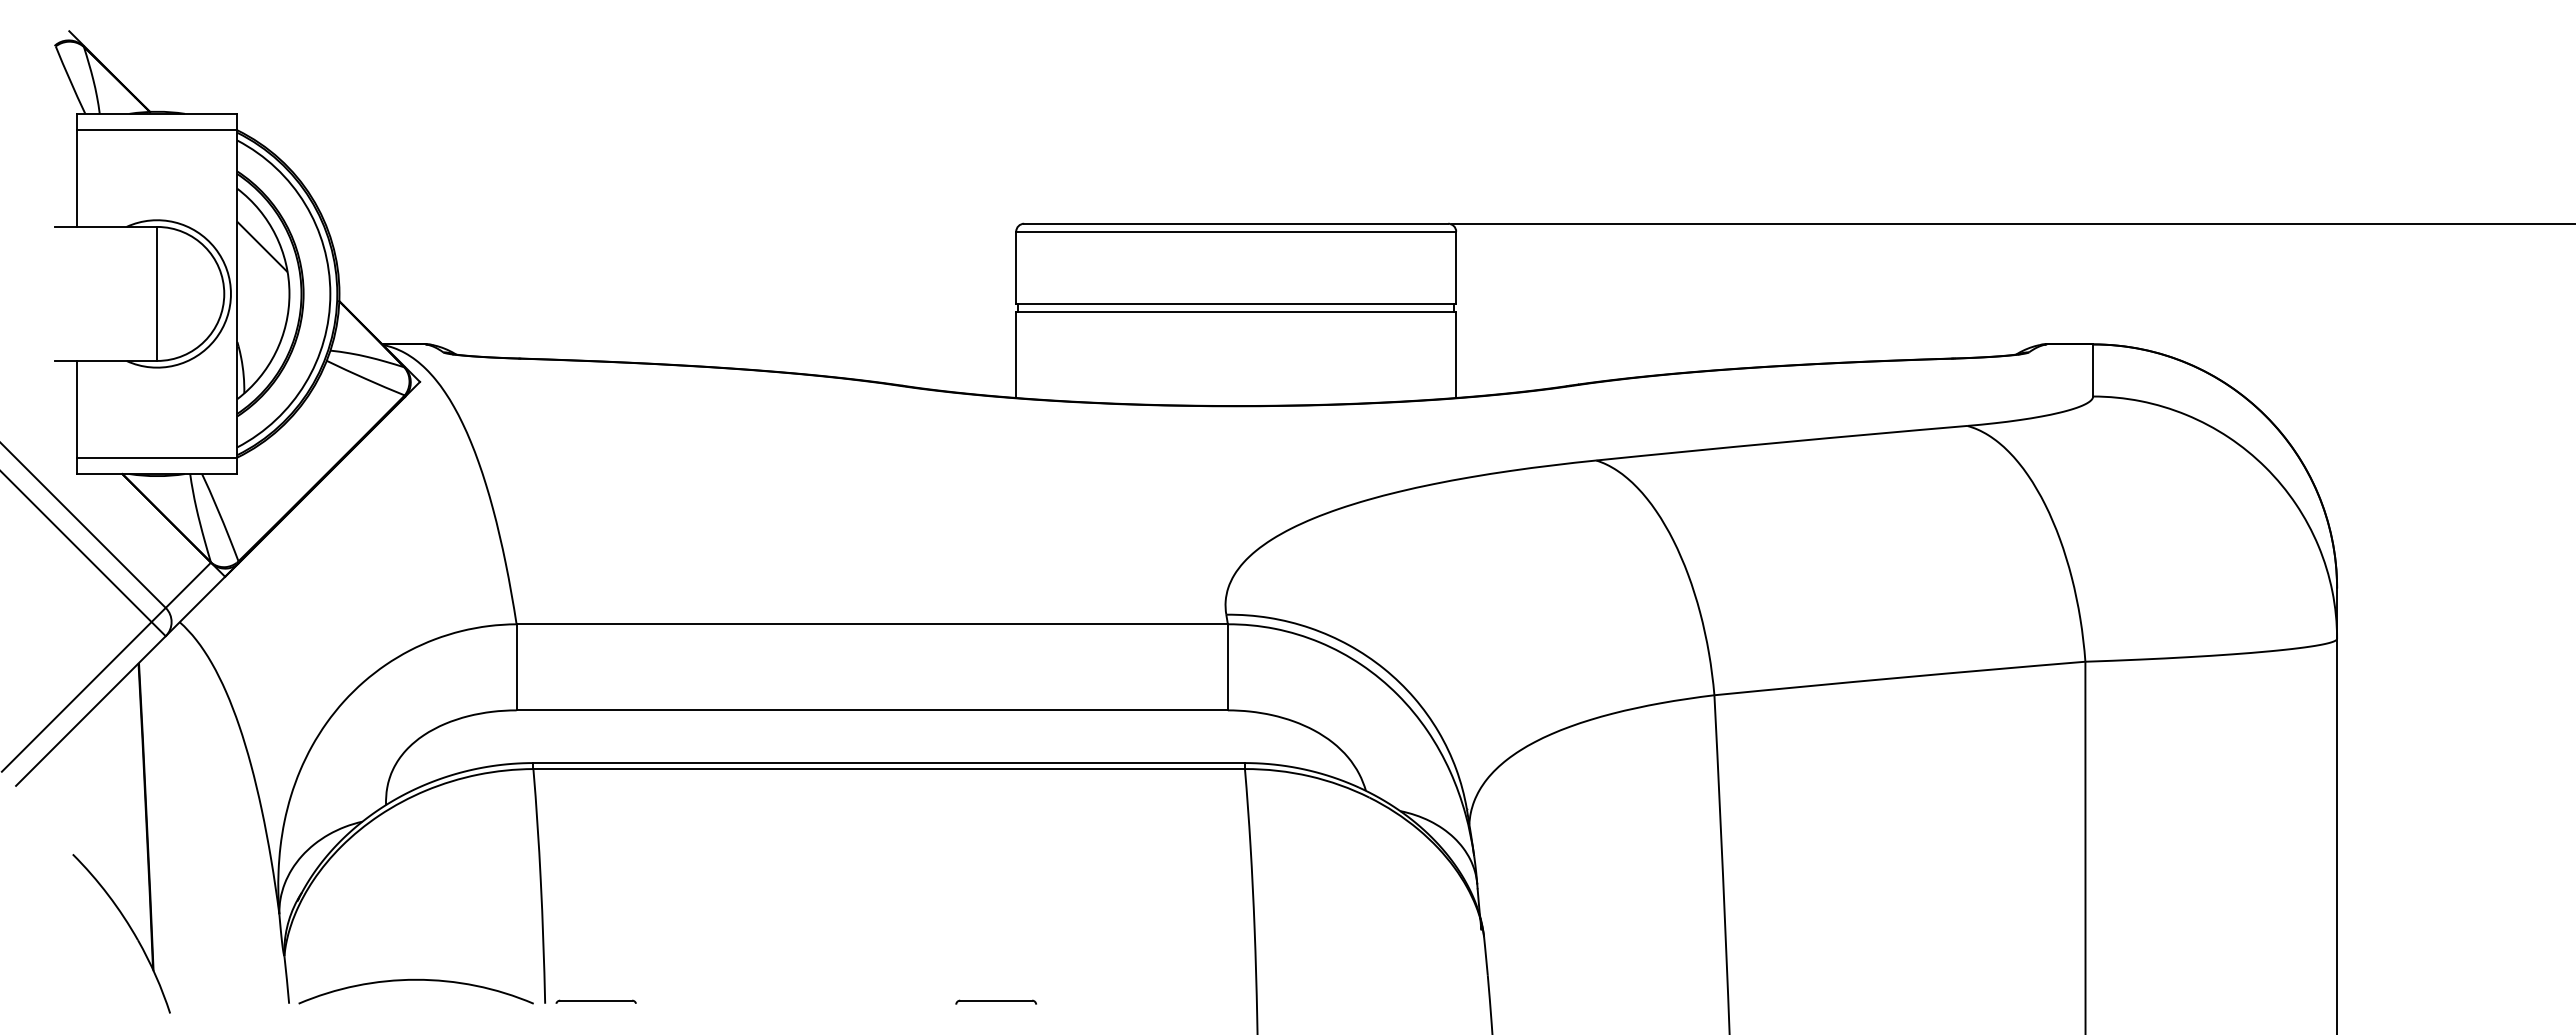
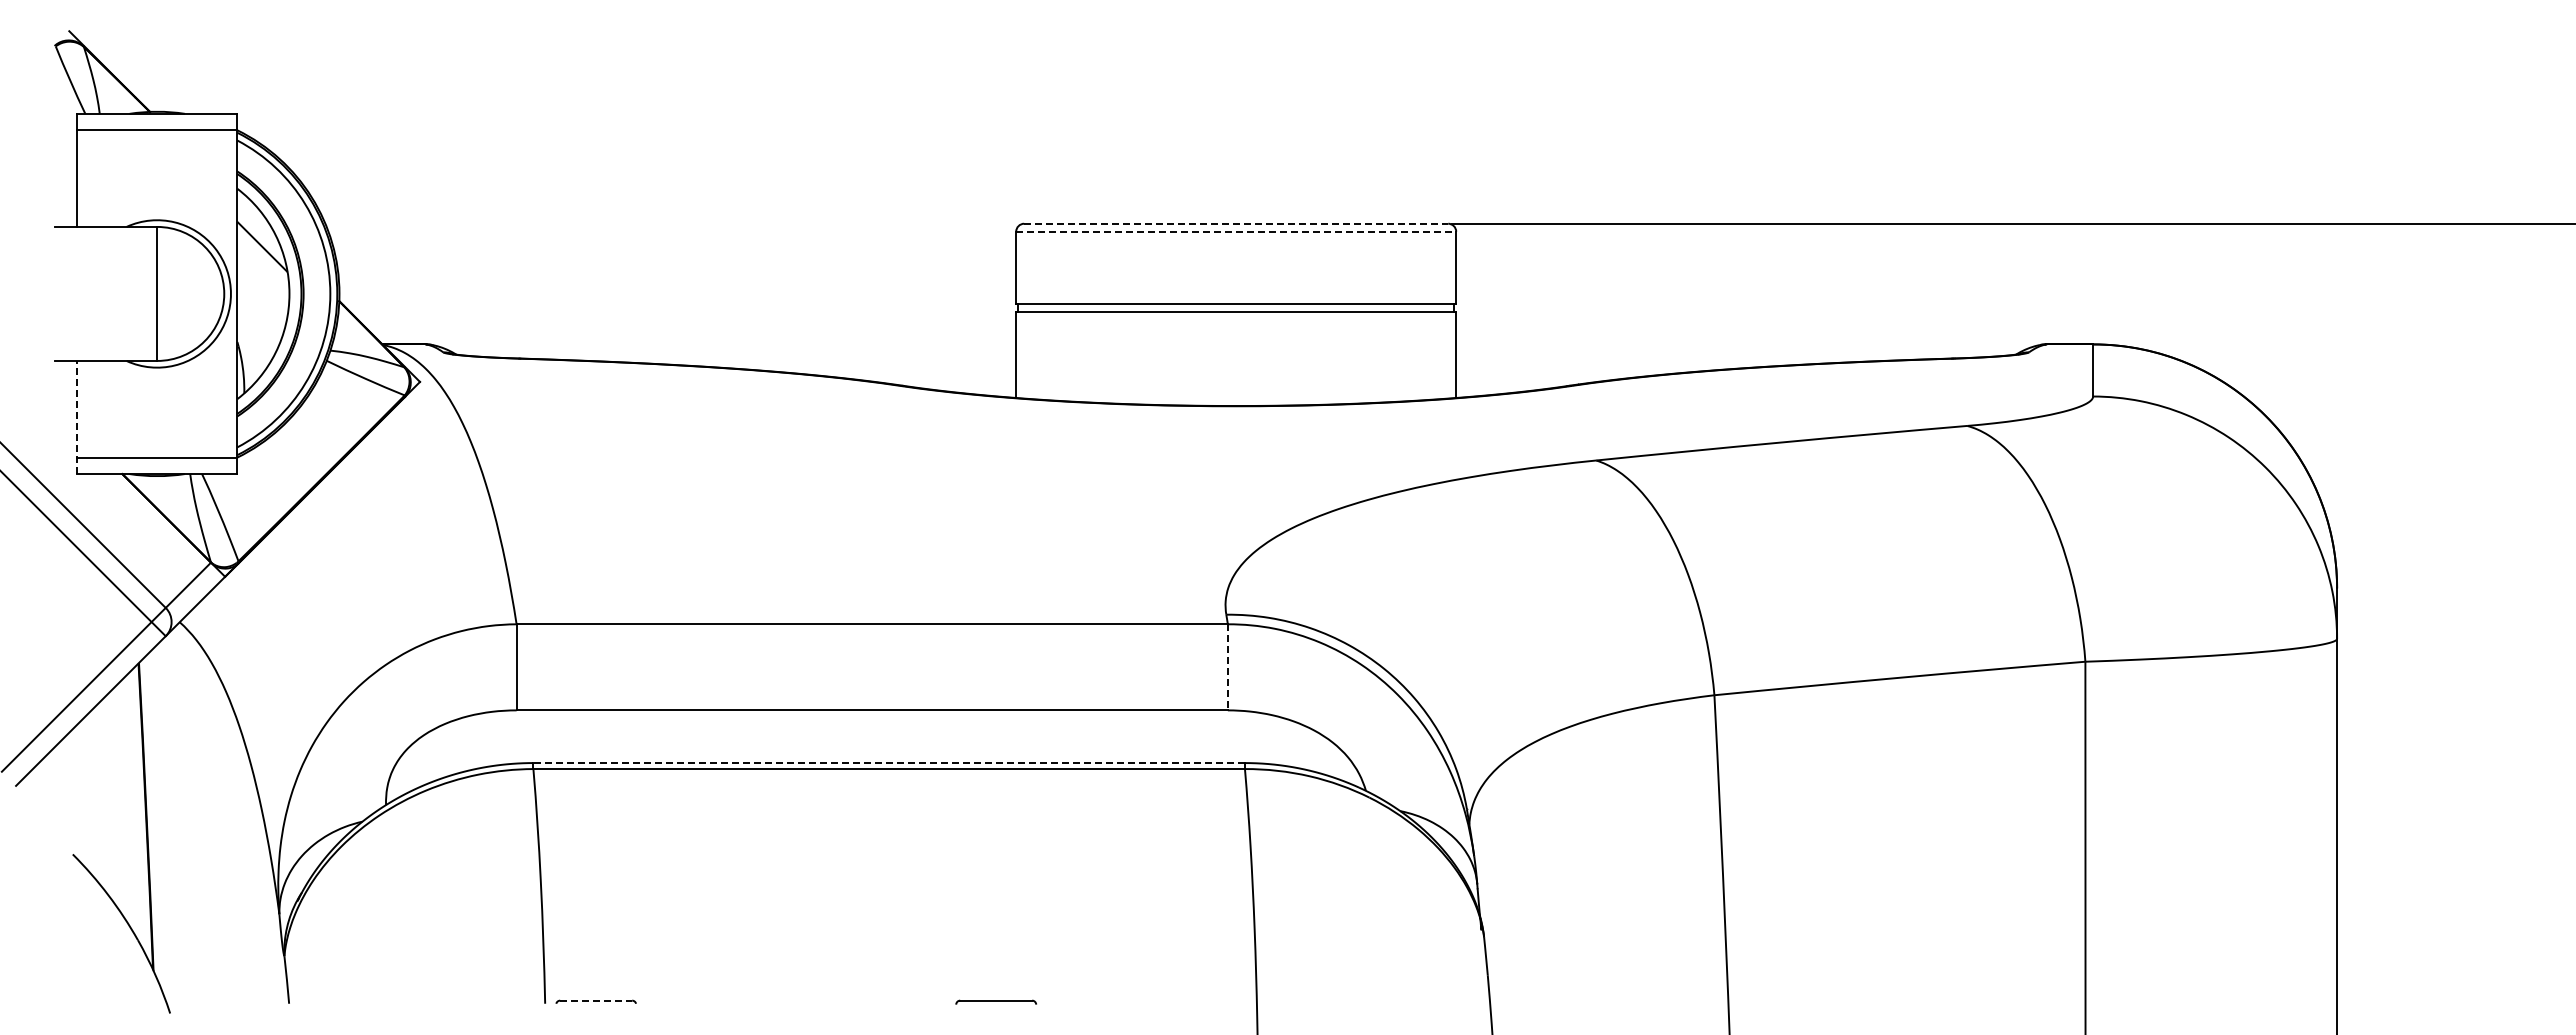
line at (1236, 223): solid -> dashed
line at (1236, 231): solid -> dashed
line at (77, 417): solid -> dashed
line at (1227, 667): solid -> dashed
line at (889, 763): solid -> dashed
arc at (415, 980): present -> none
line at (596, 1000): solid -> dashed
